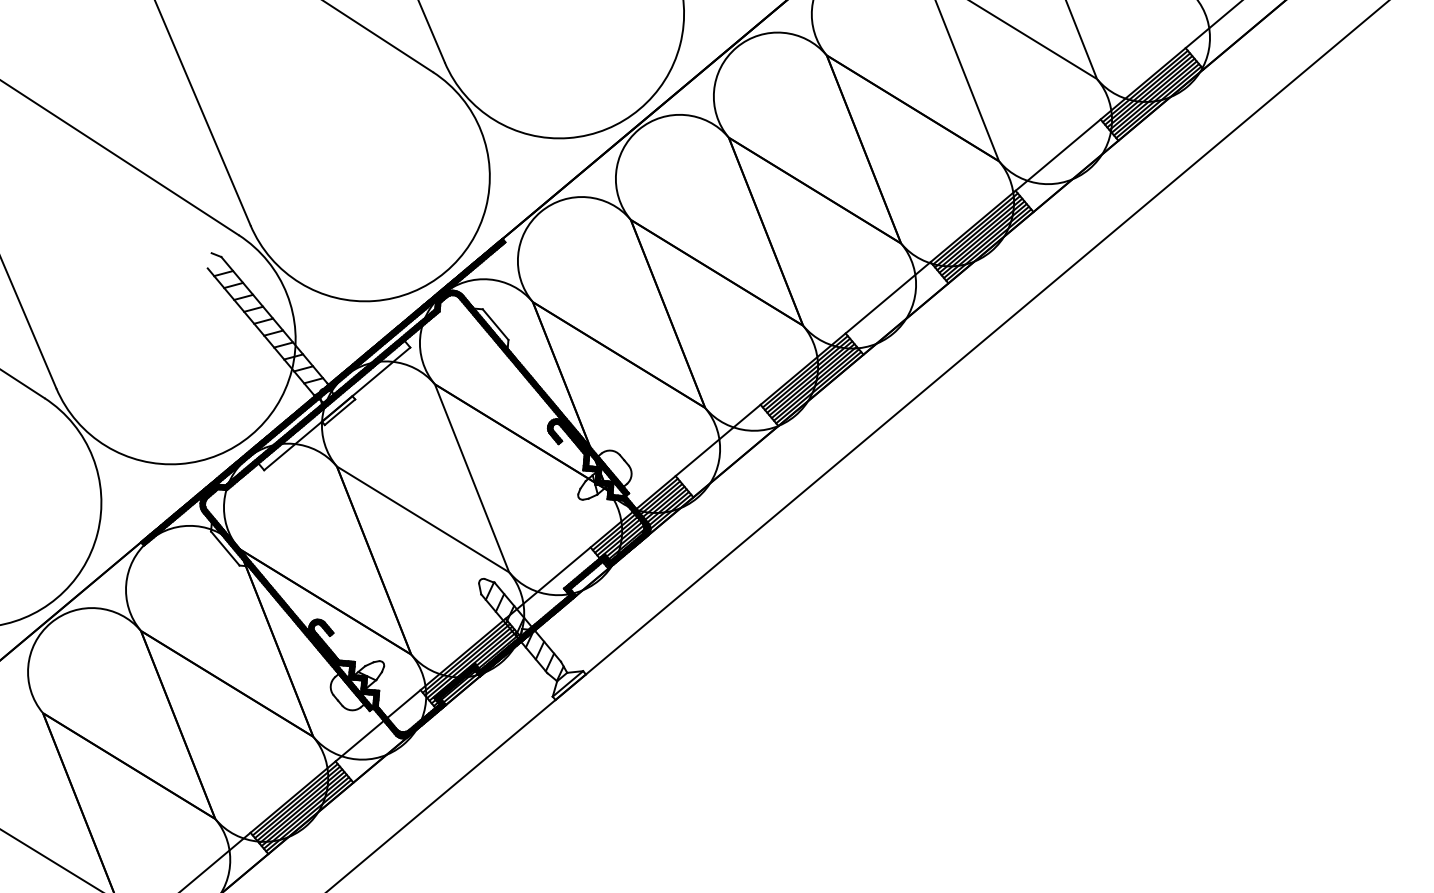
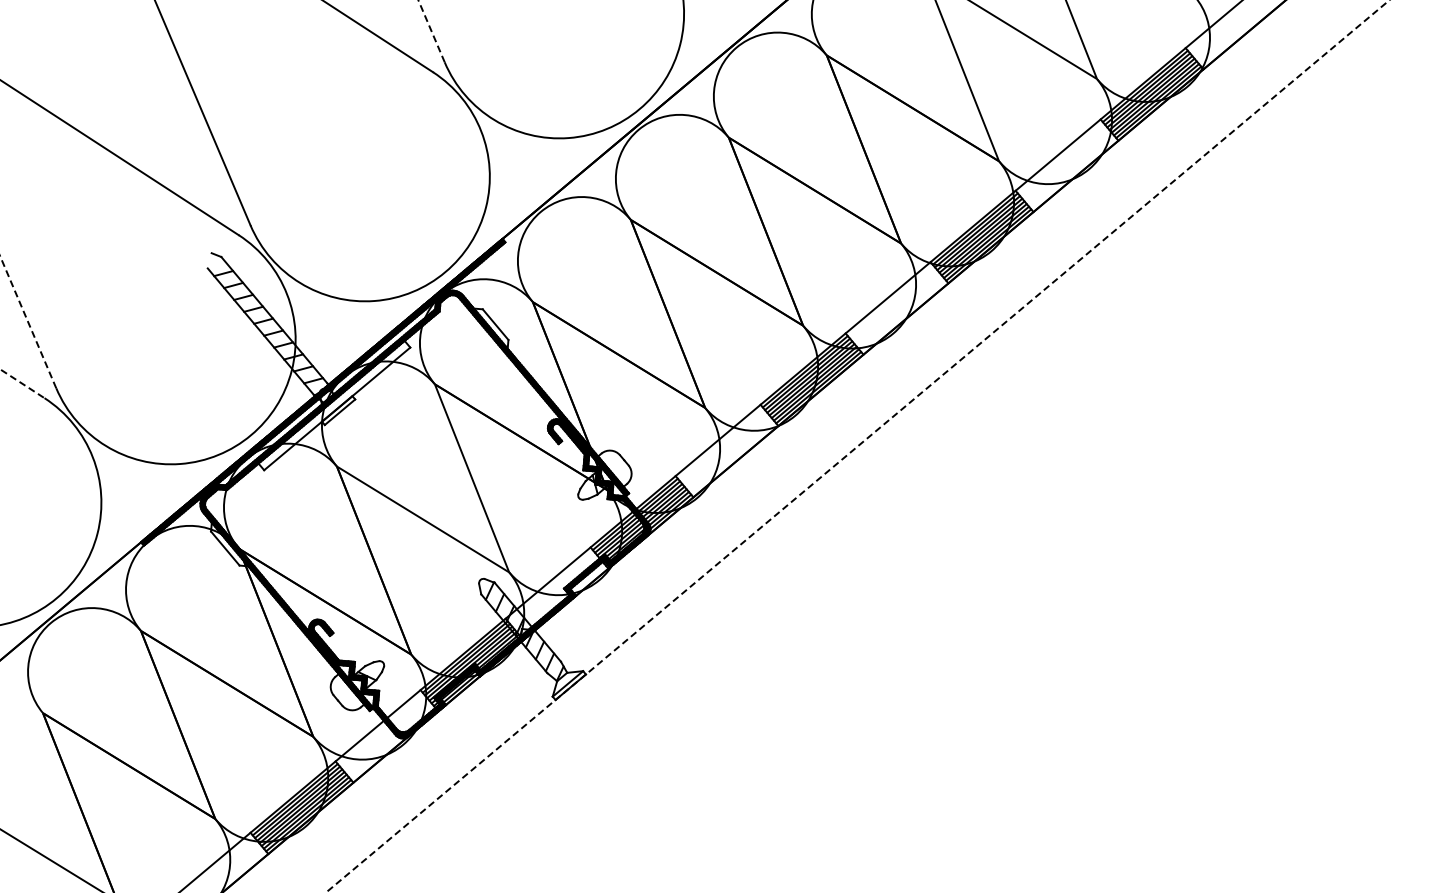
line at (431, 31): solid -> dashed
line at (28, 322): solid -> dashed
line at (22, 383): solid -> dashed
line at (857, 446): solid -> dashed
